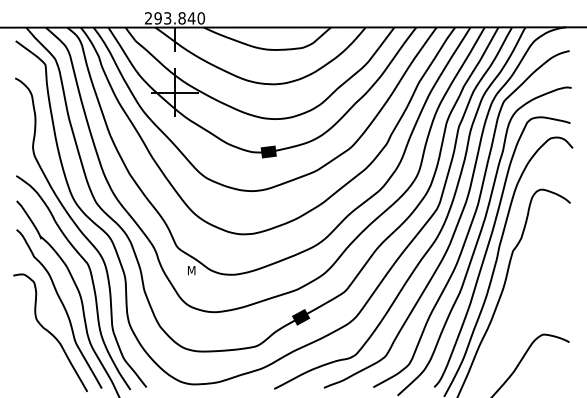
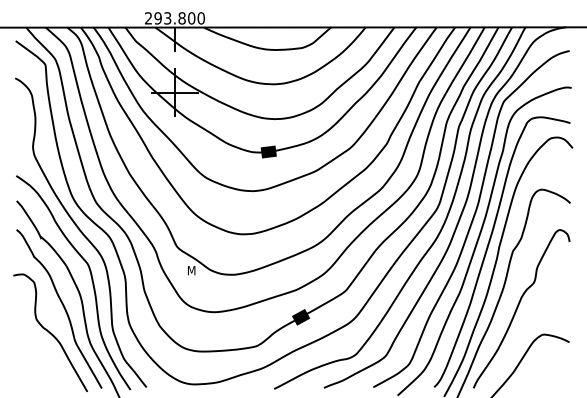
text at (191, 18): 293.840 -> 293.800
curve at (518, 307): none -> present
